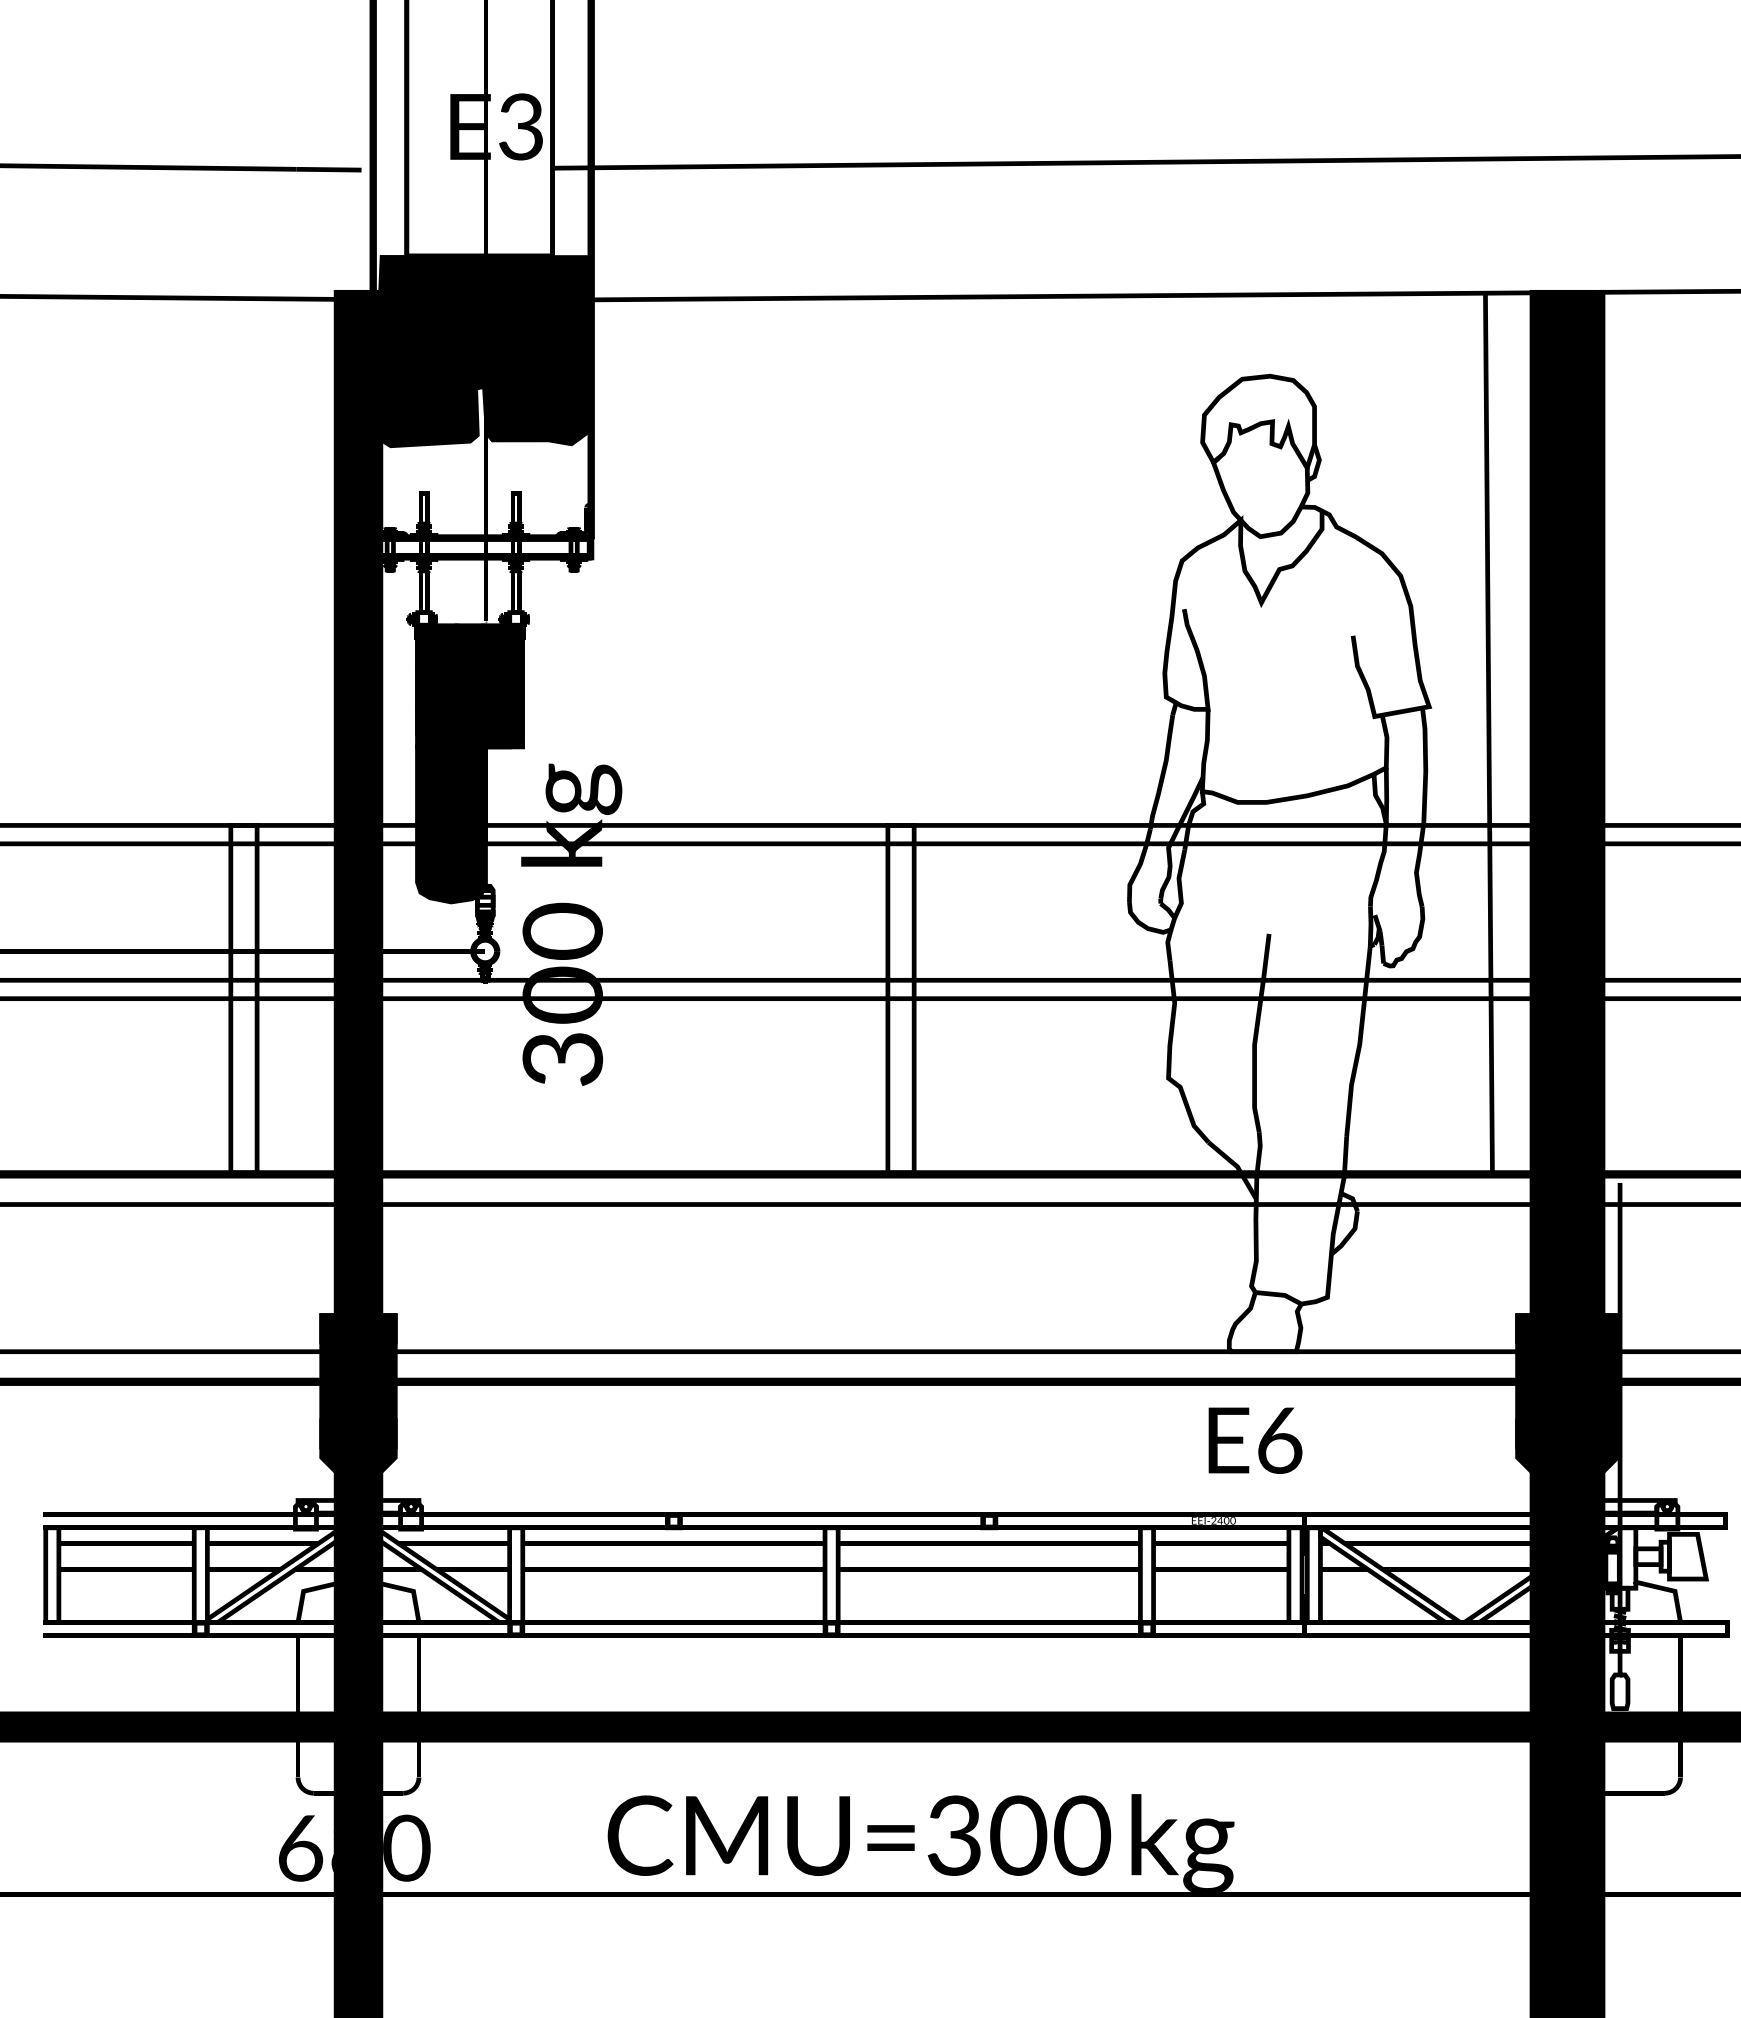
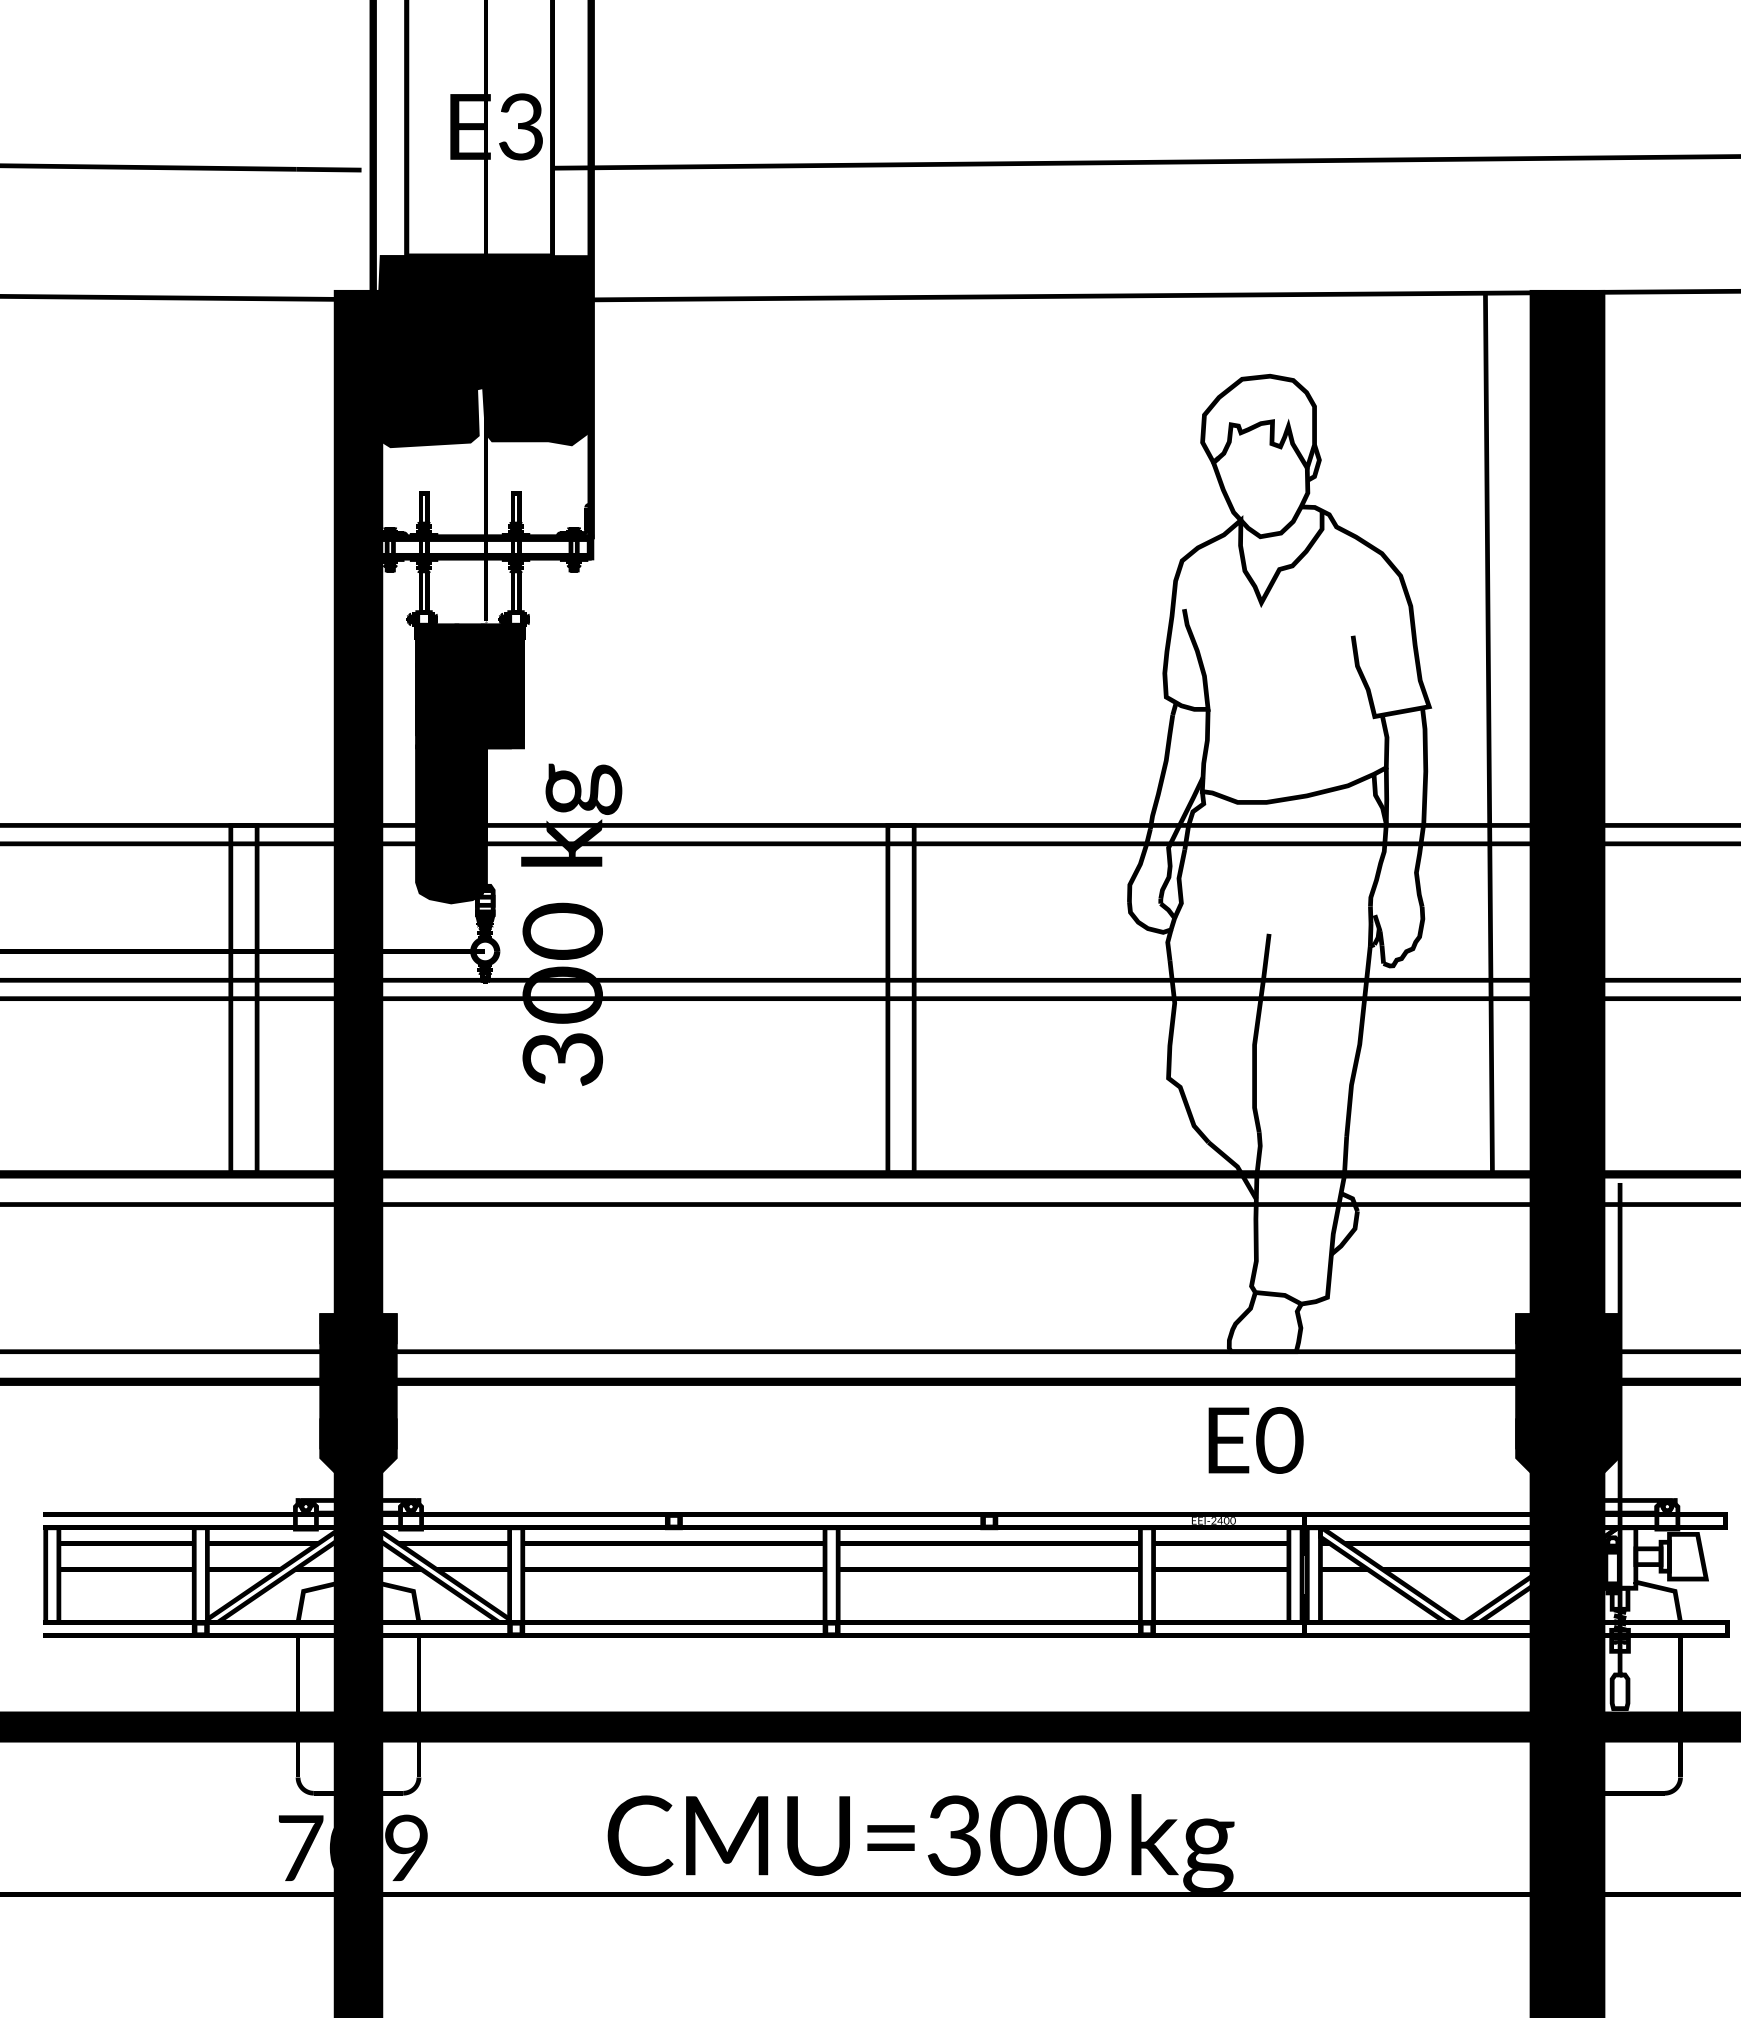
text at (1279, 1440): E6 -> E0
text at (354, 1848): 680 -> 709
